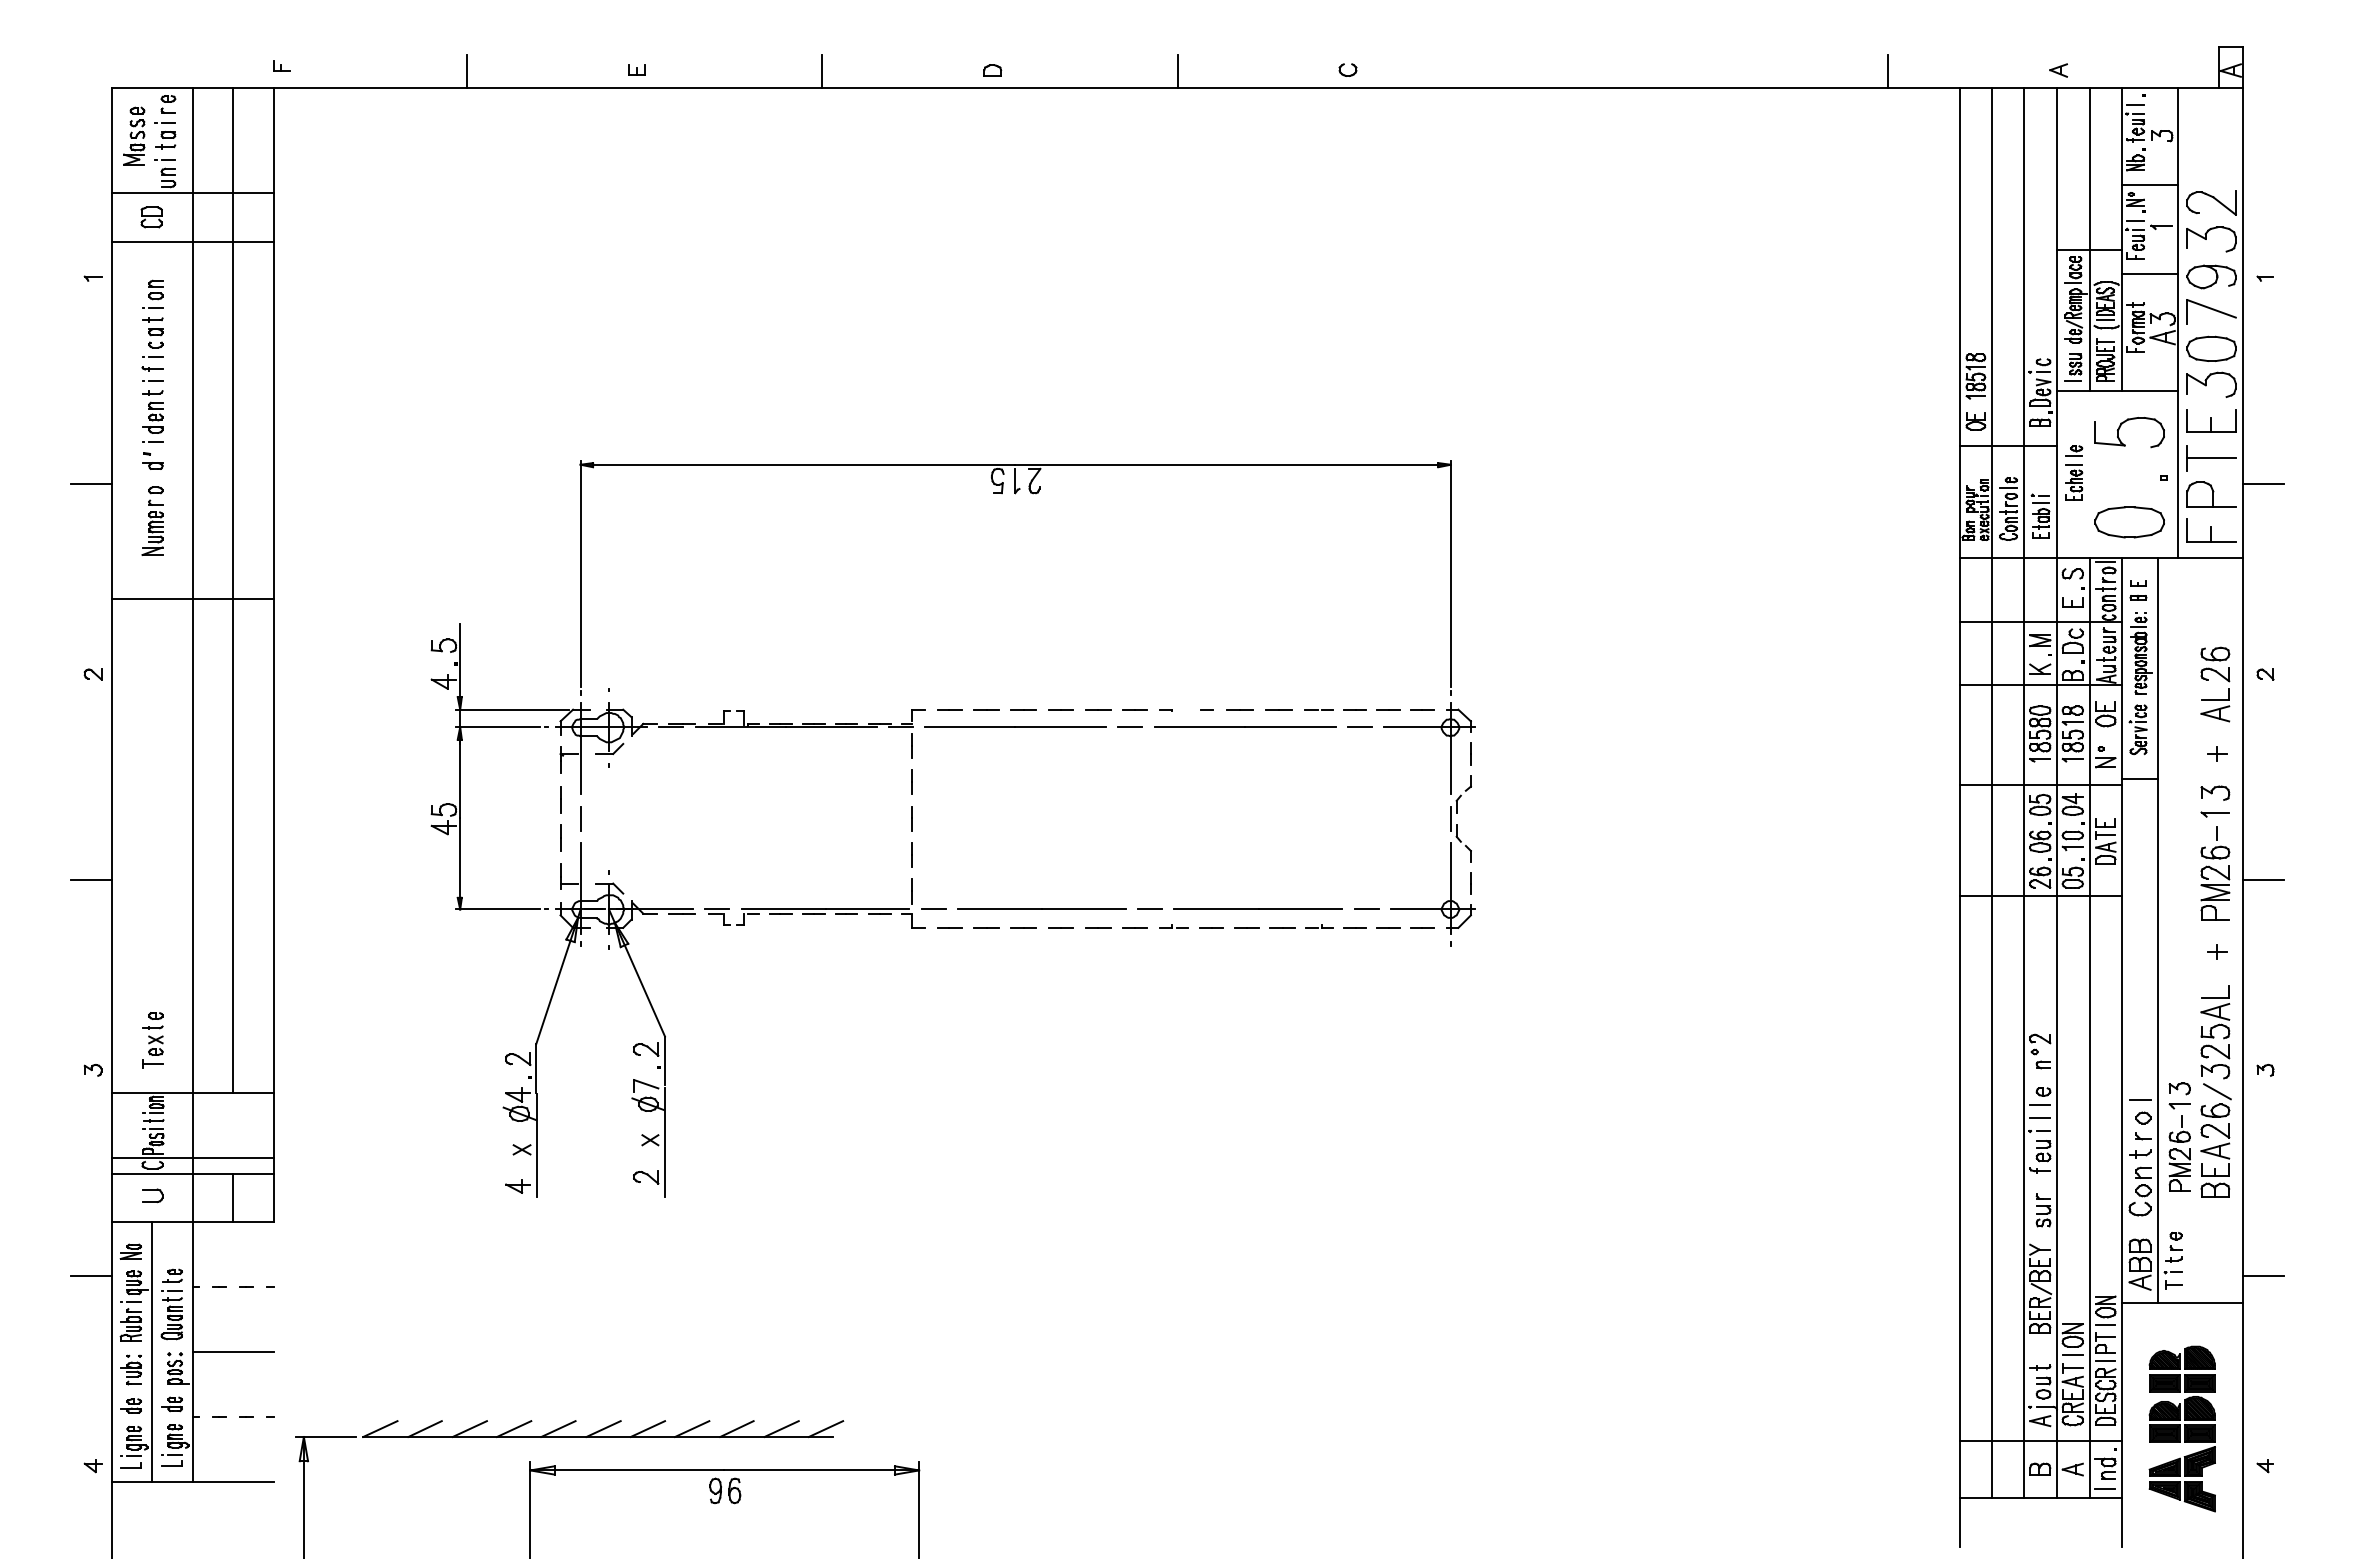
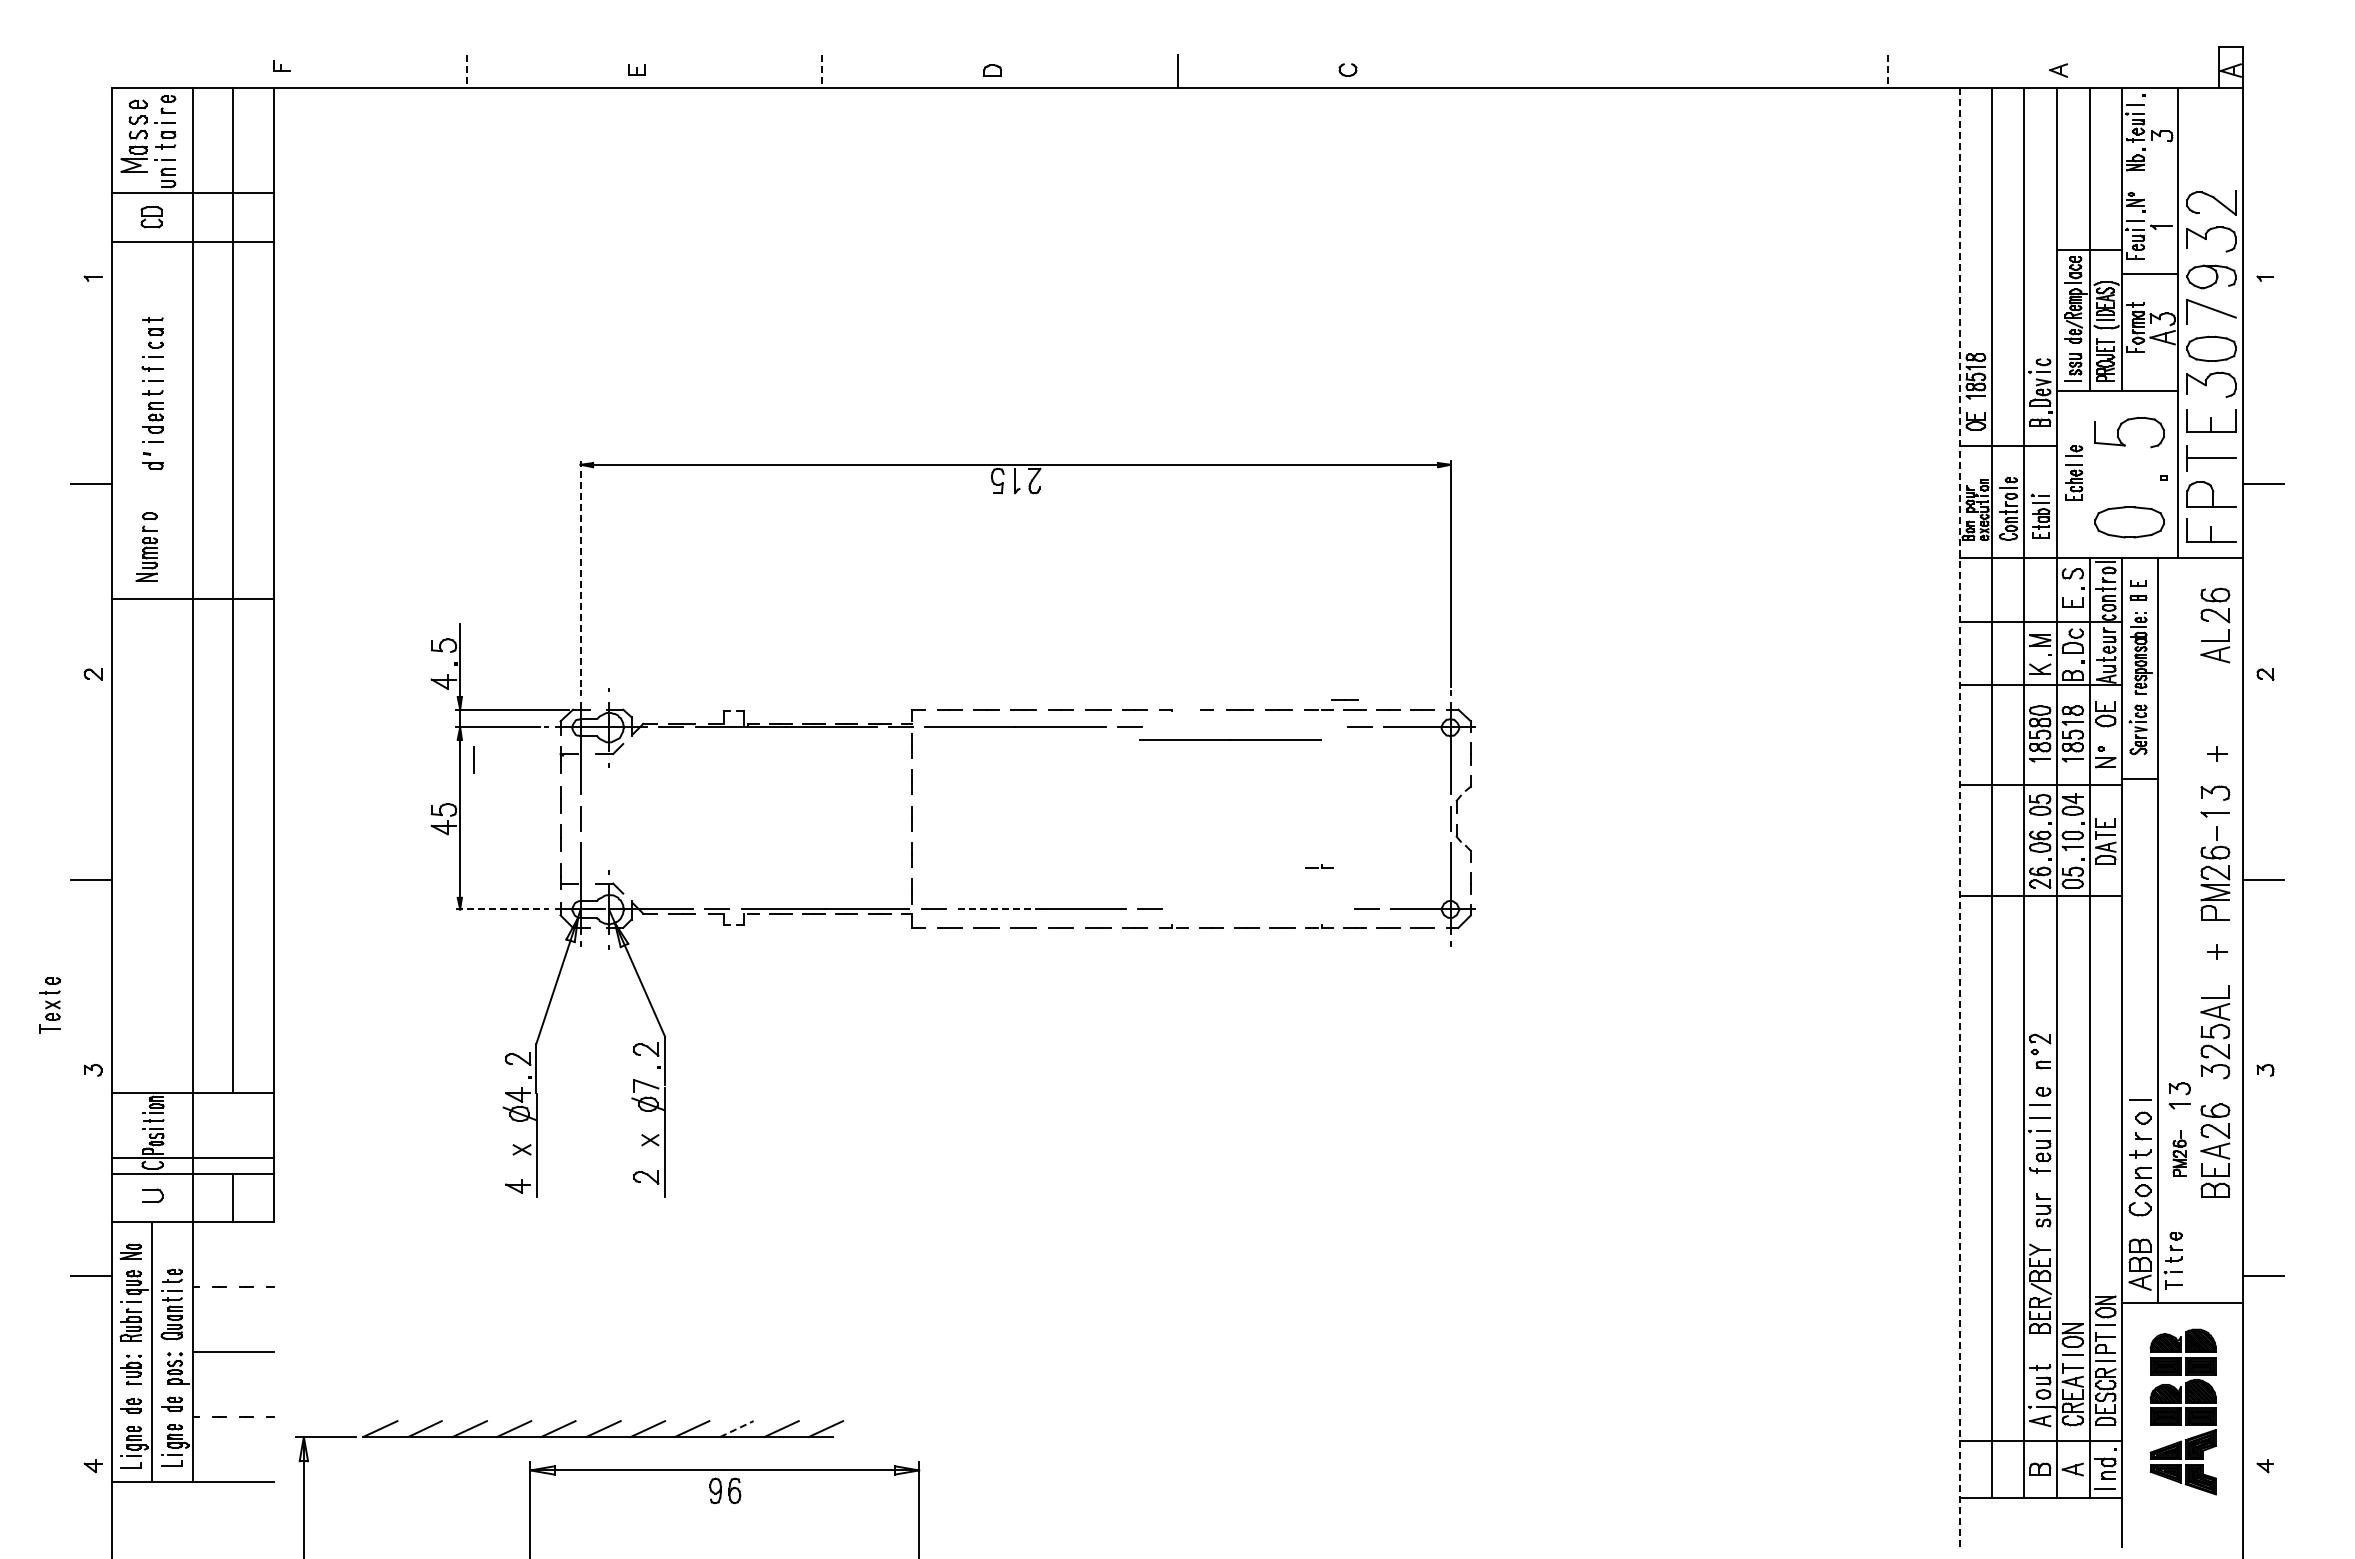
line at (466, 71): solid -> dashed
line at (822, 71): solid -> dashed
line at (1888, 71): solid -> dashed
part at (134, 135) size: 23x60 px -> 28x74 px
line at (2150, 184): present -> none
part at (152, 293): present -> none
part at (152, 520) position: (152, 520) -> (146, 546)
line at (580, 573): solid -> dashed
part at (2208, 680) position: (2208, 680) -> (2208, 621)
line at (1344, 699): none -> present
line at (1245, 726) position: (1245, 726) -> (1230, 739)
line at (473, 759): none -> present
line at (1959, 816): solid -> dashed
part at (1319, 866): none -> present
line at (1257, 908): present -> none
line at (497, 909): solid -> dashed
line at (1000, 909): solid -> dashed
part at (152, 1040) position: (152, 1040) -> (49, 1005)
line at (2217, 1091): present -> none
part at (2179, 1153) size: 23x77 px -> 15x47 px
part at (2181, 1428) position: (2181, 1428) -> (2182, 1411)
line at (736, 1429): solid -> dashed
